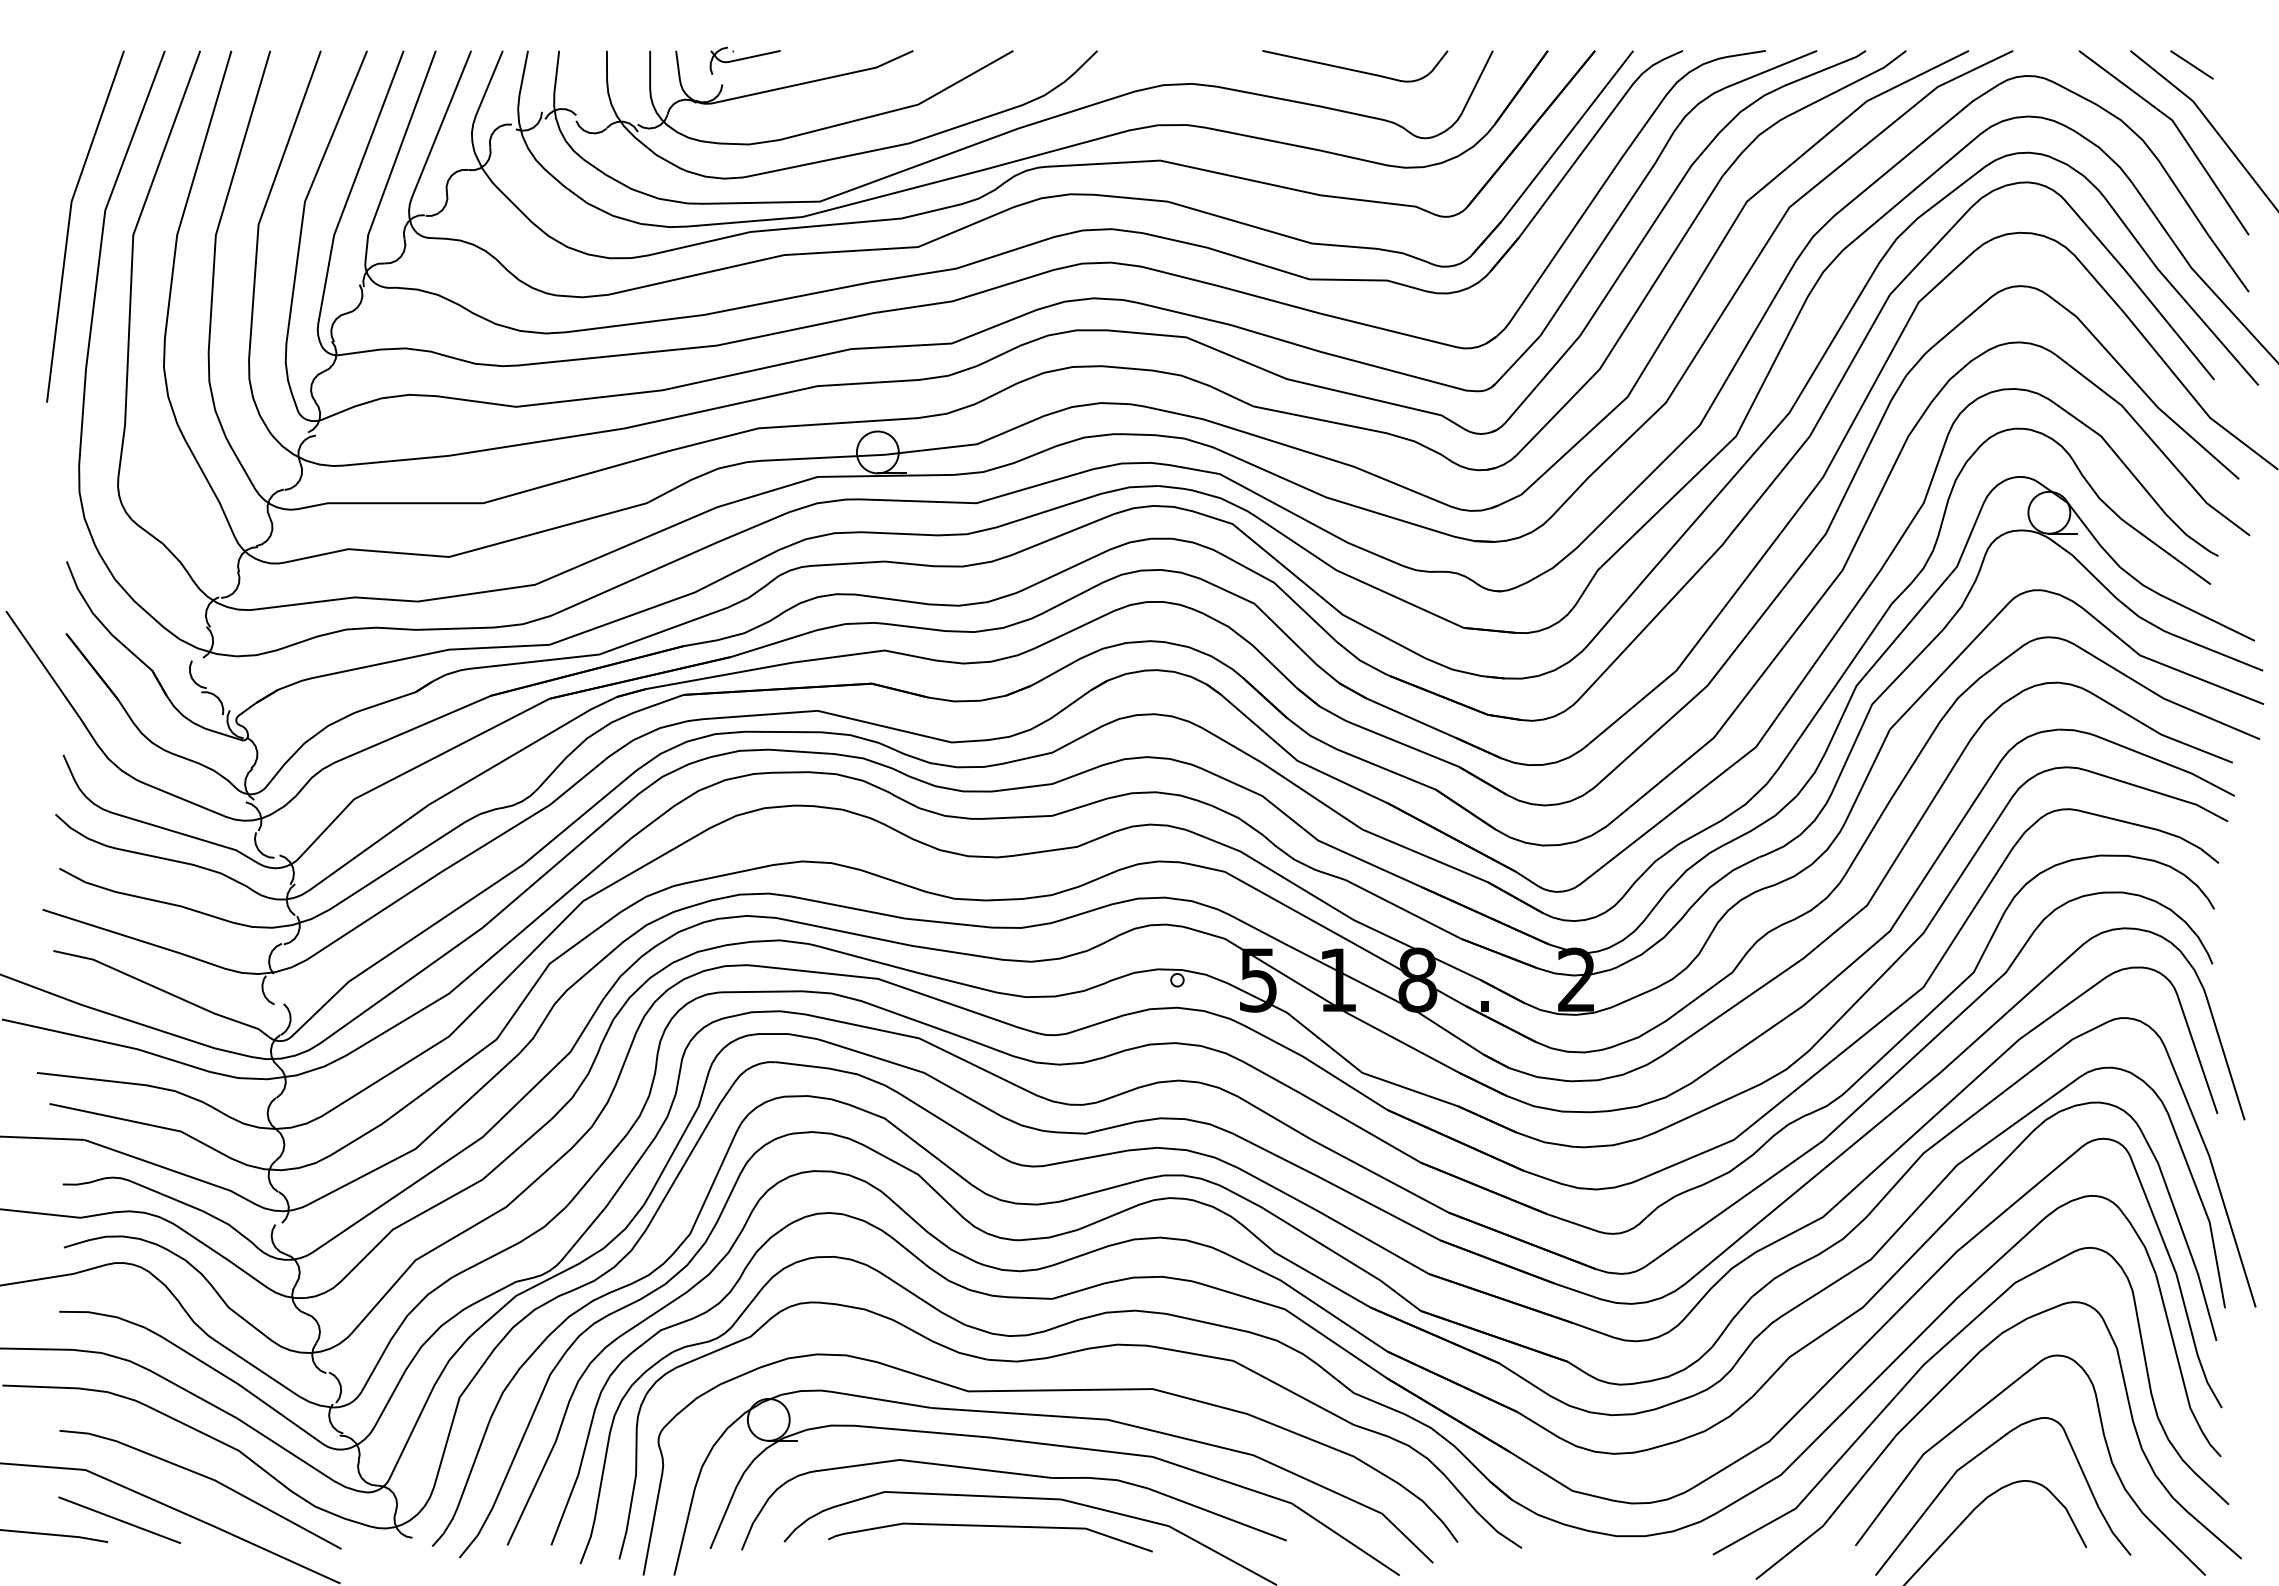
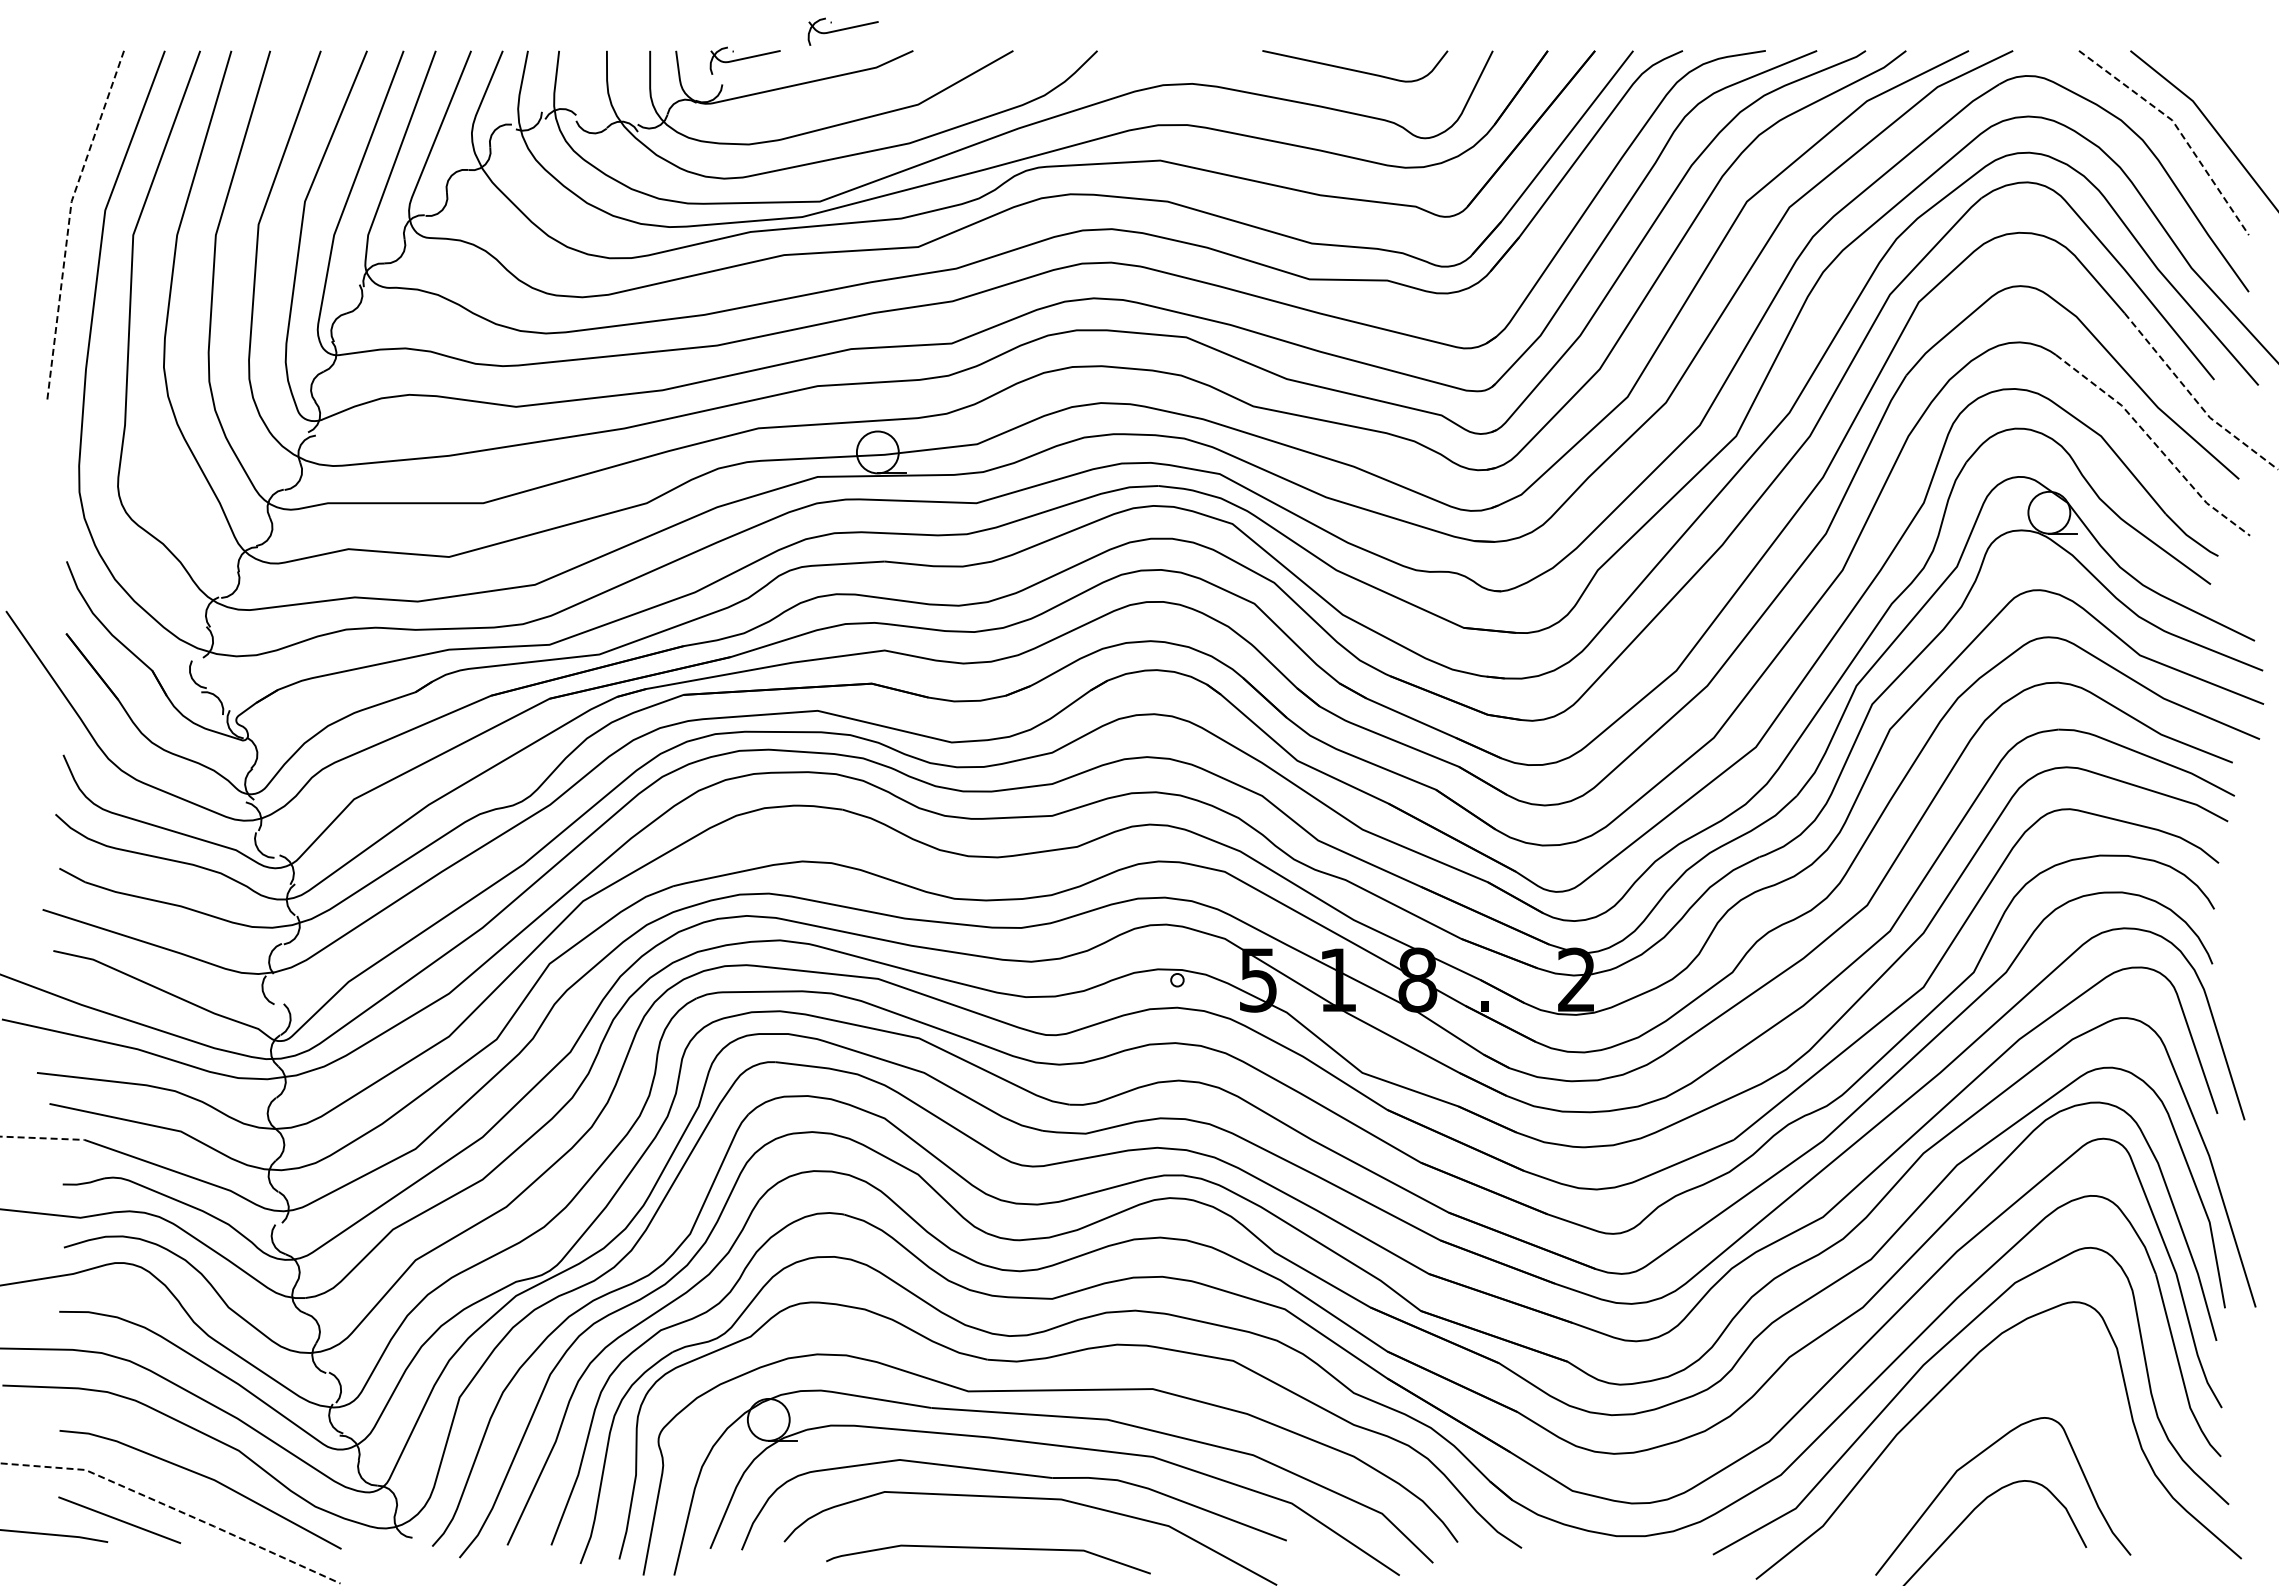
part at (842, 31): none -> present
line at (2191, 64): present -> none
line at (2177, 128): solid -> dashed
line at (69, 222): solid -> dashed
line at (2194, 399): solid -> dashed
line at (2155, 443): solid -> dashed
line at (42, 1138): solid -> dashed
curve at (1984, 1407): present -> none
line at (174, 1508): solid -> dashed
curve at (990, 1526) position: (990, 1526) -> (988, 1548)
